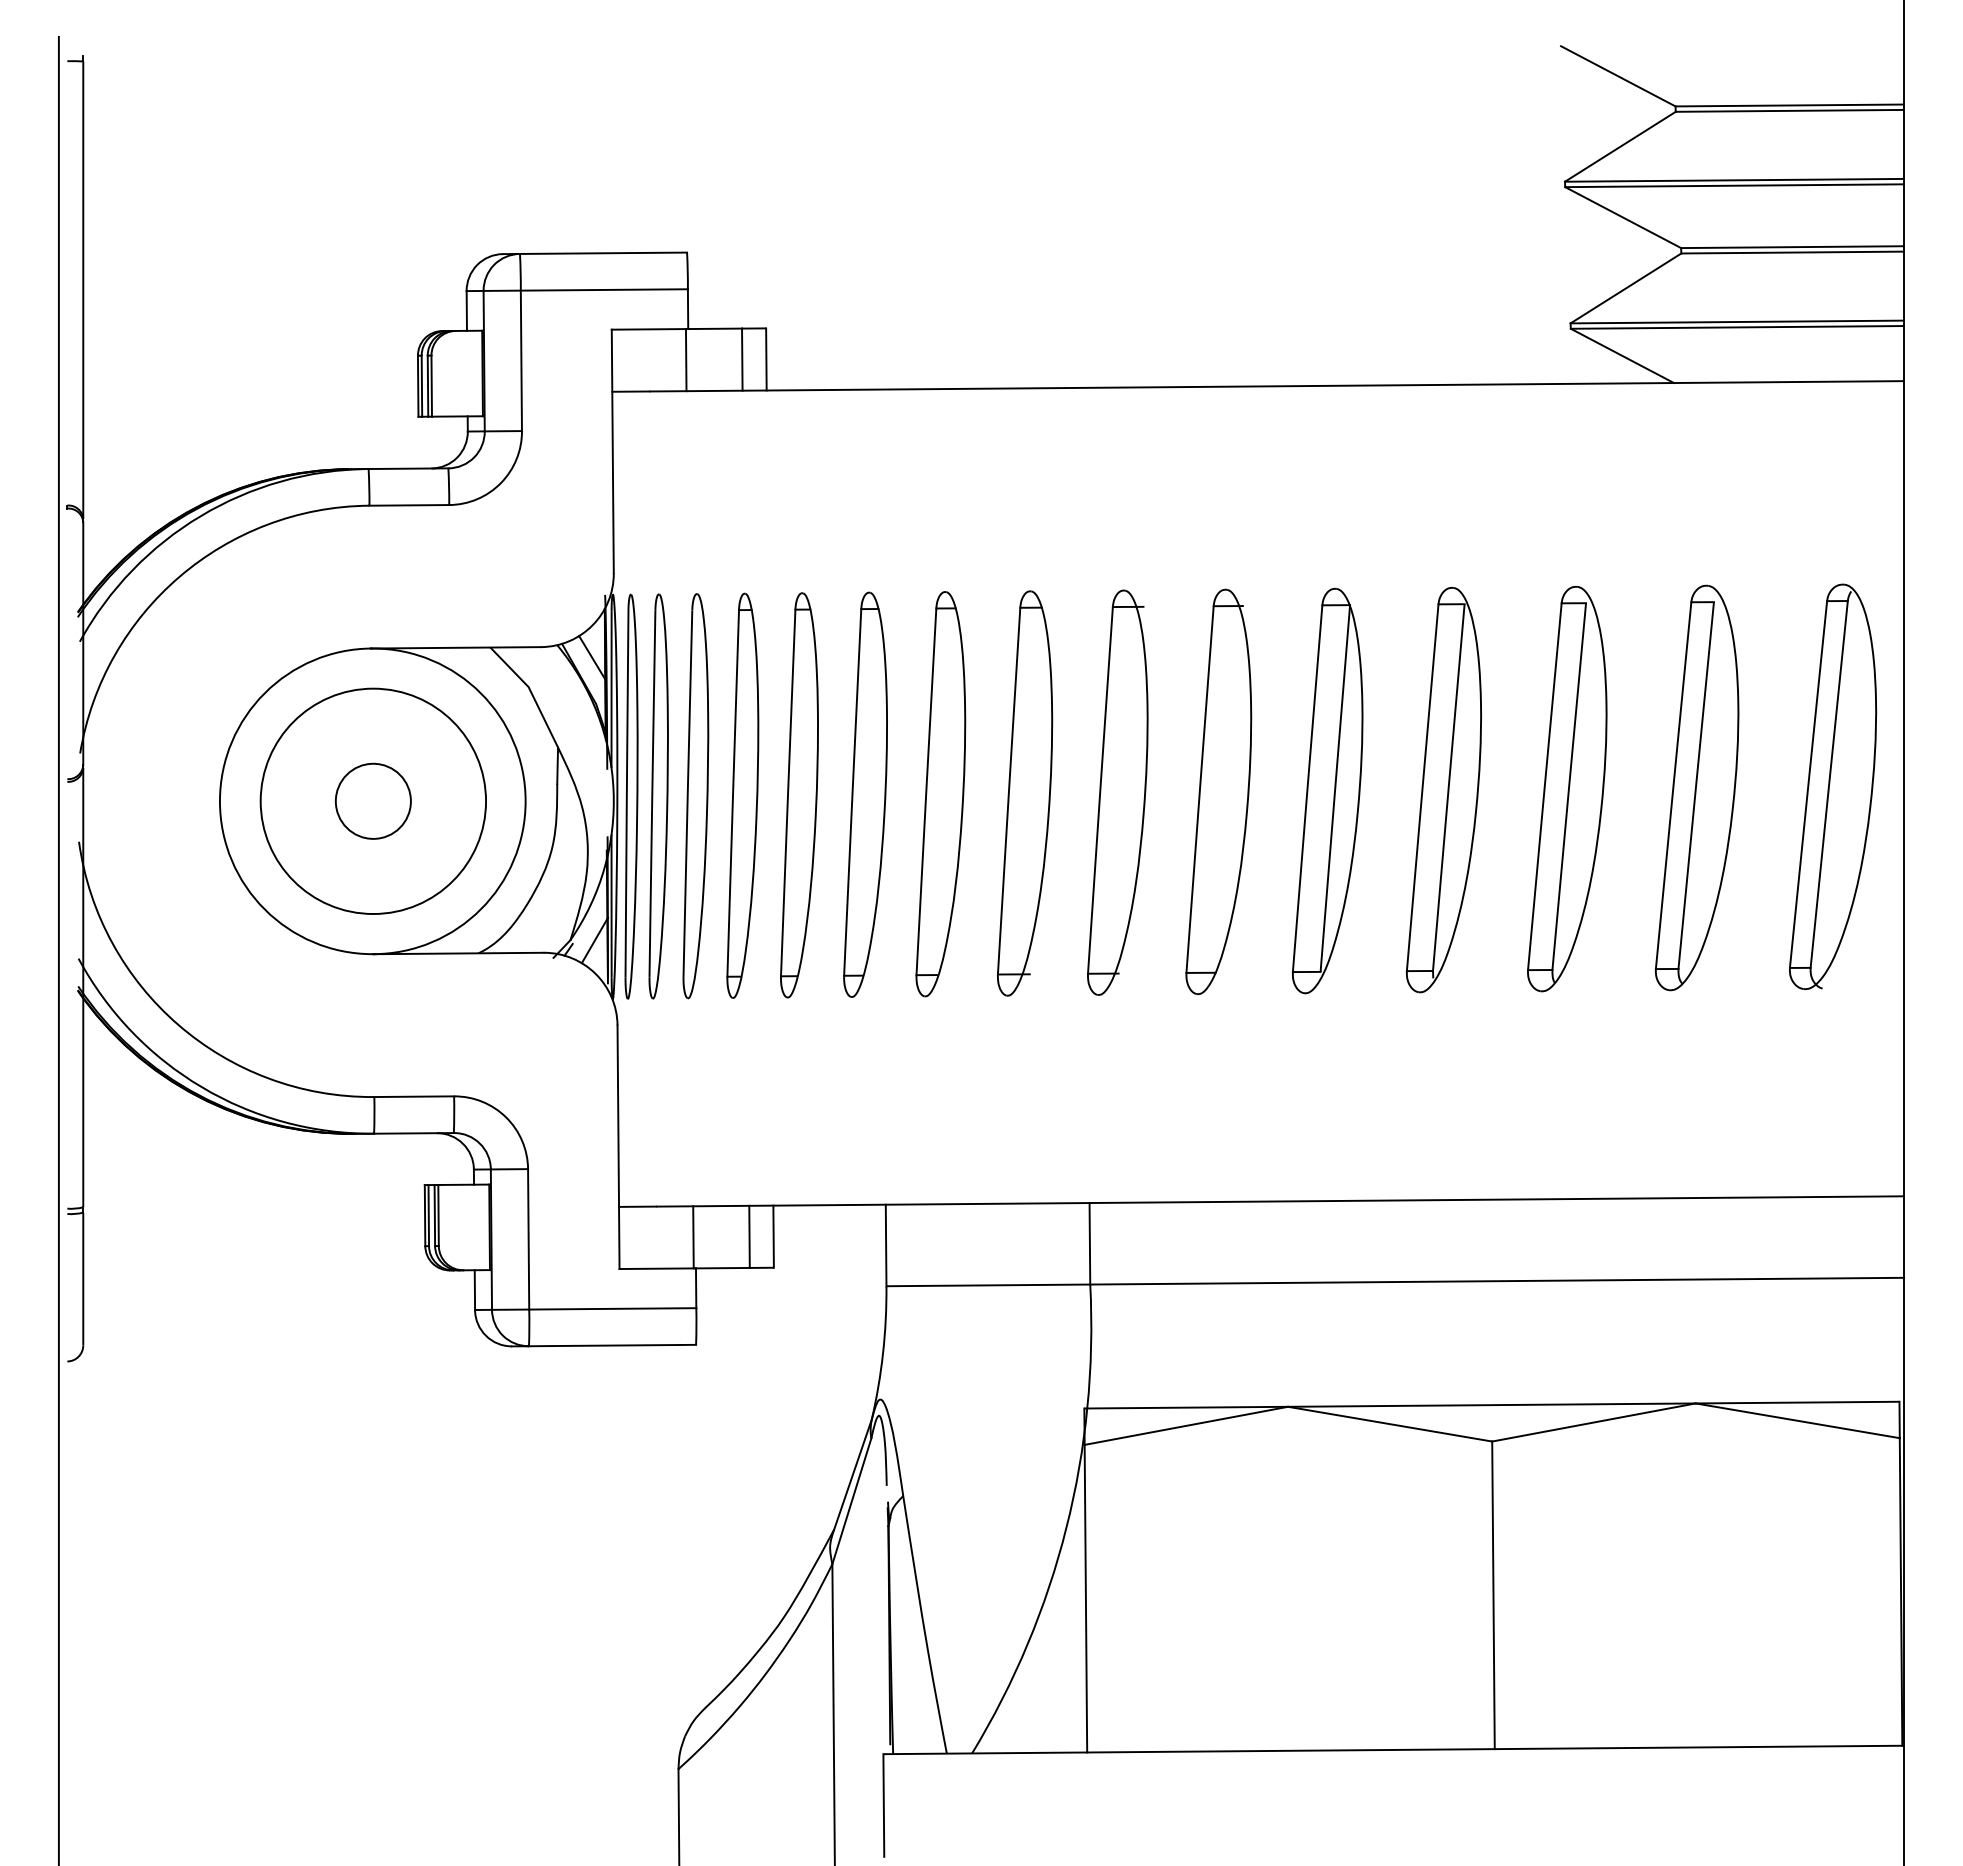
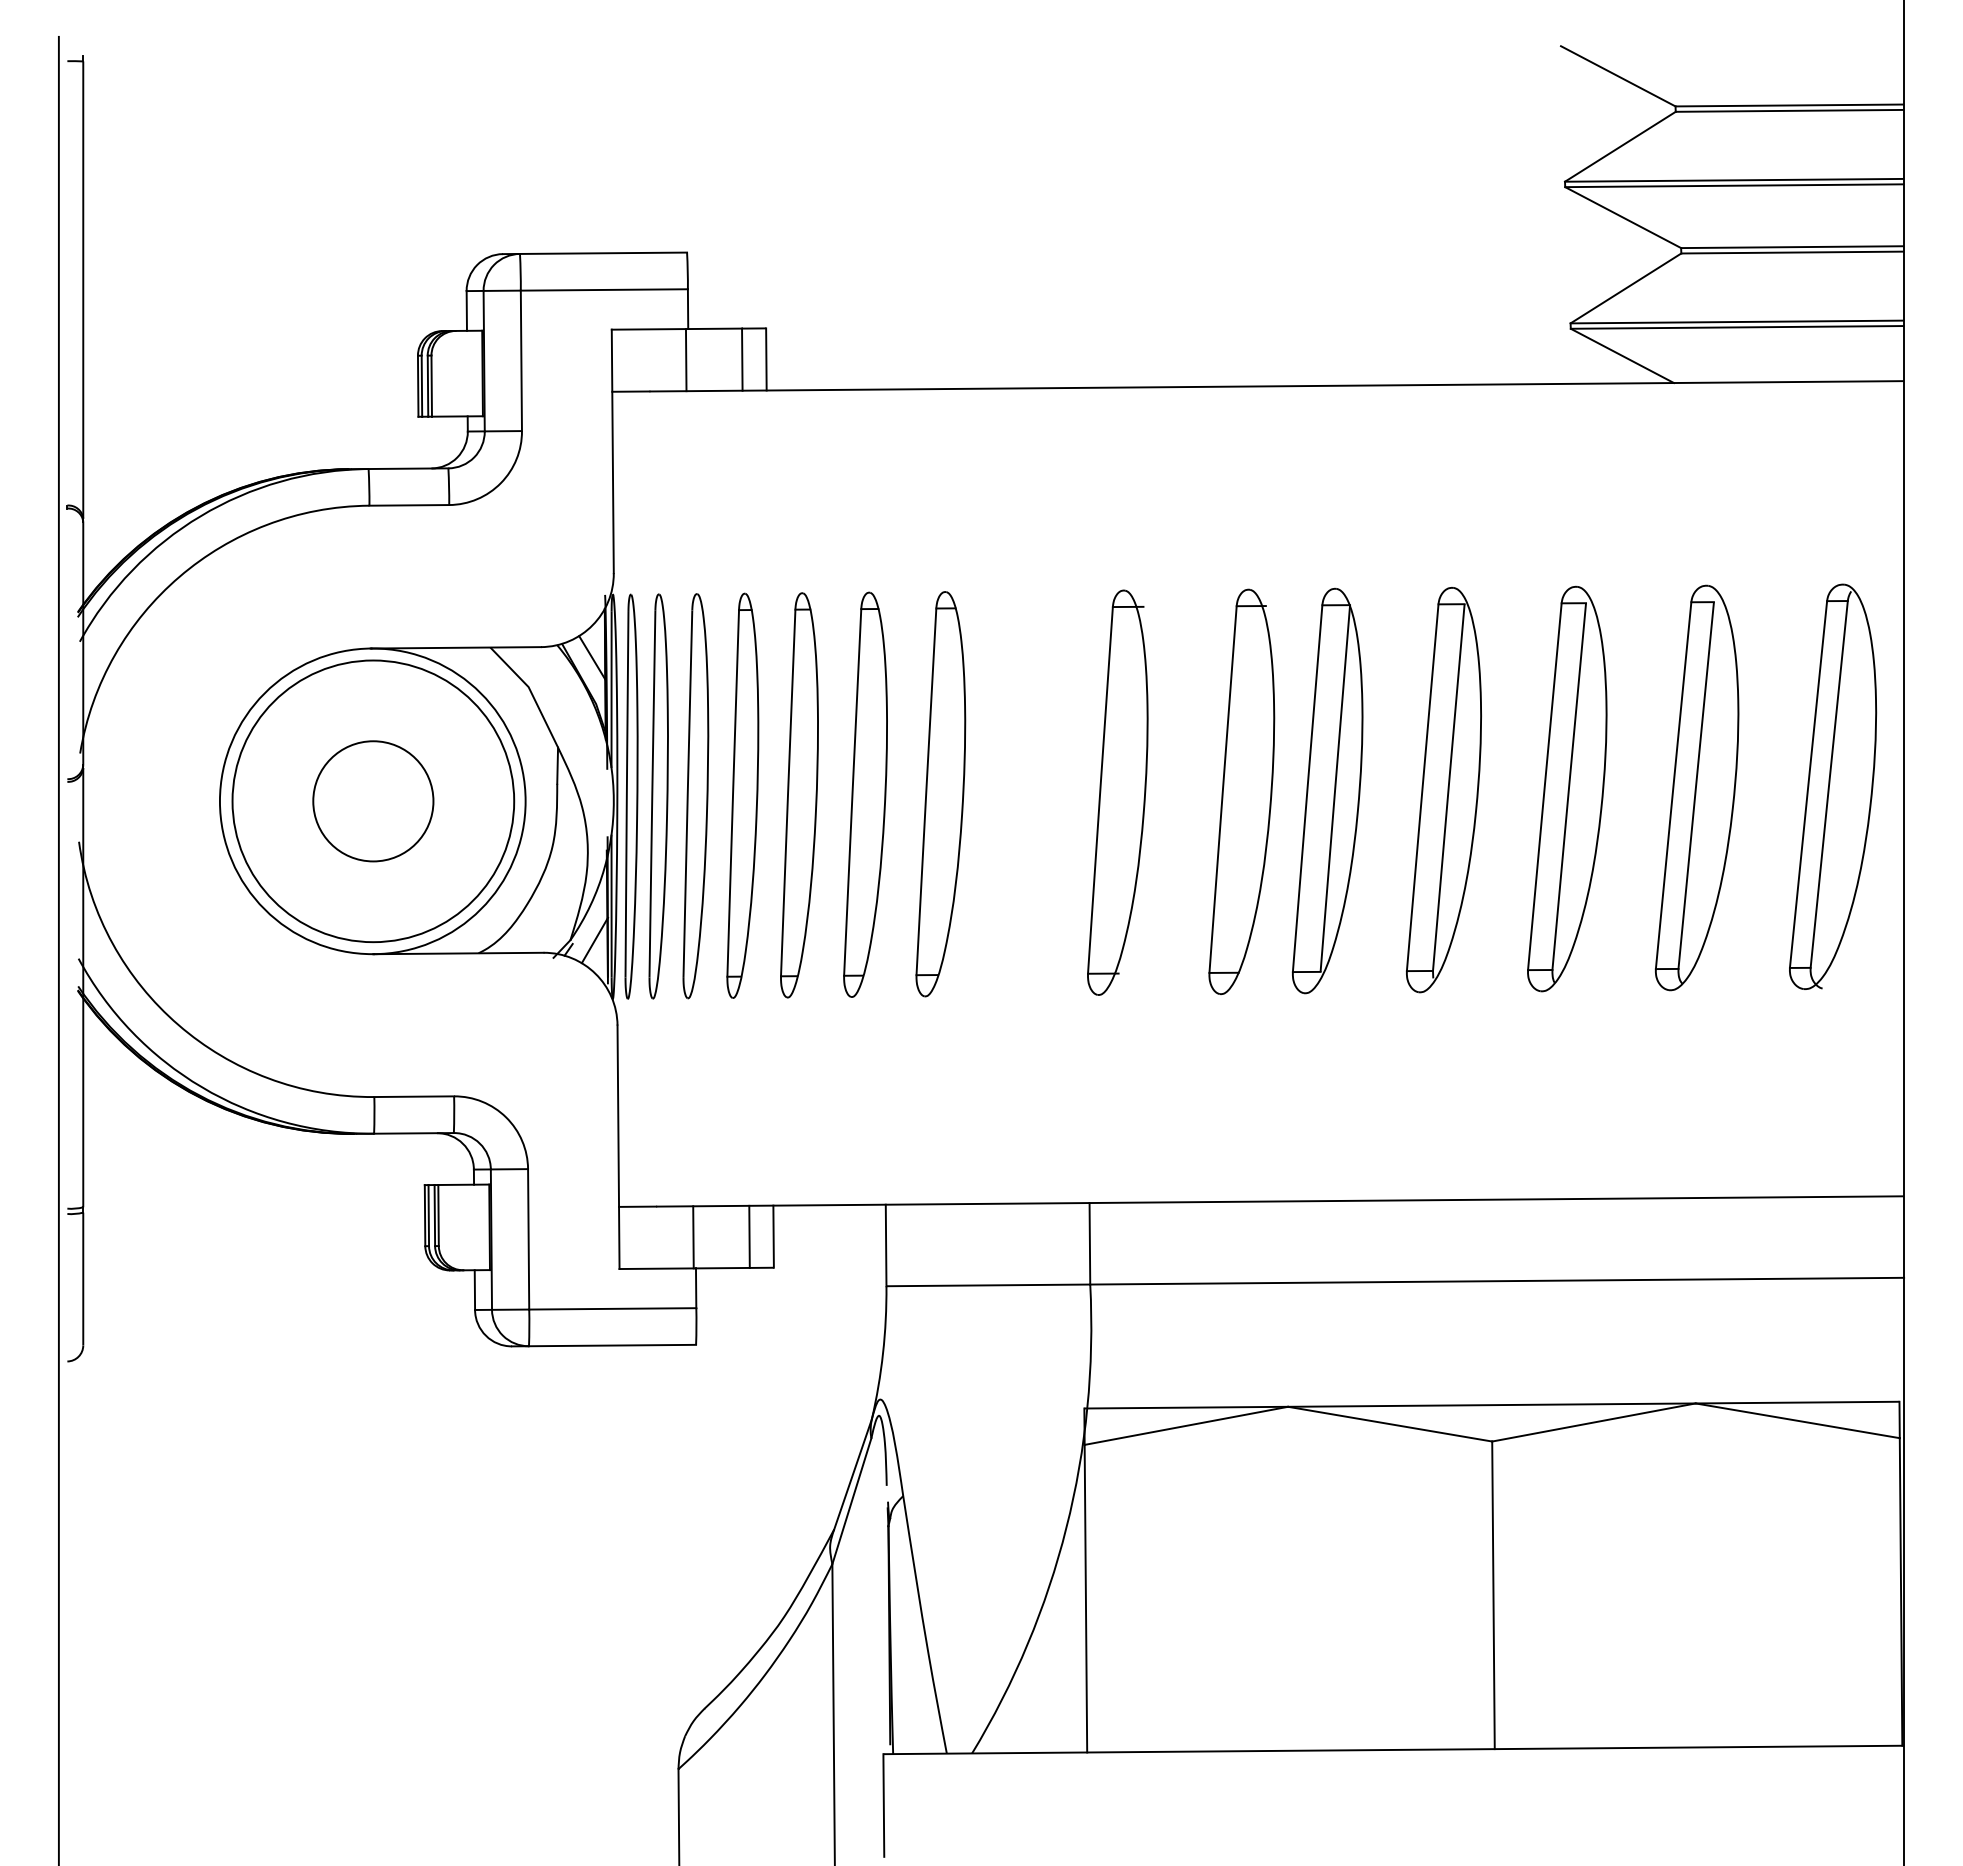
part at (1218, 791) position: (1218, 791) -> (1241, 791)
part at (1025, 793): present -> none
circle at (372, 800) diameter: 75 px -> 120 px
circle at (373, 801) diameter: 225 px -> 282 px
